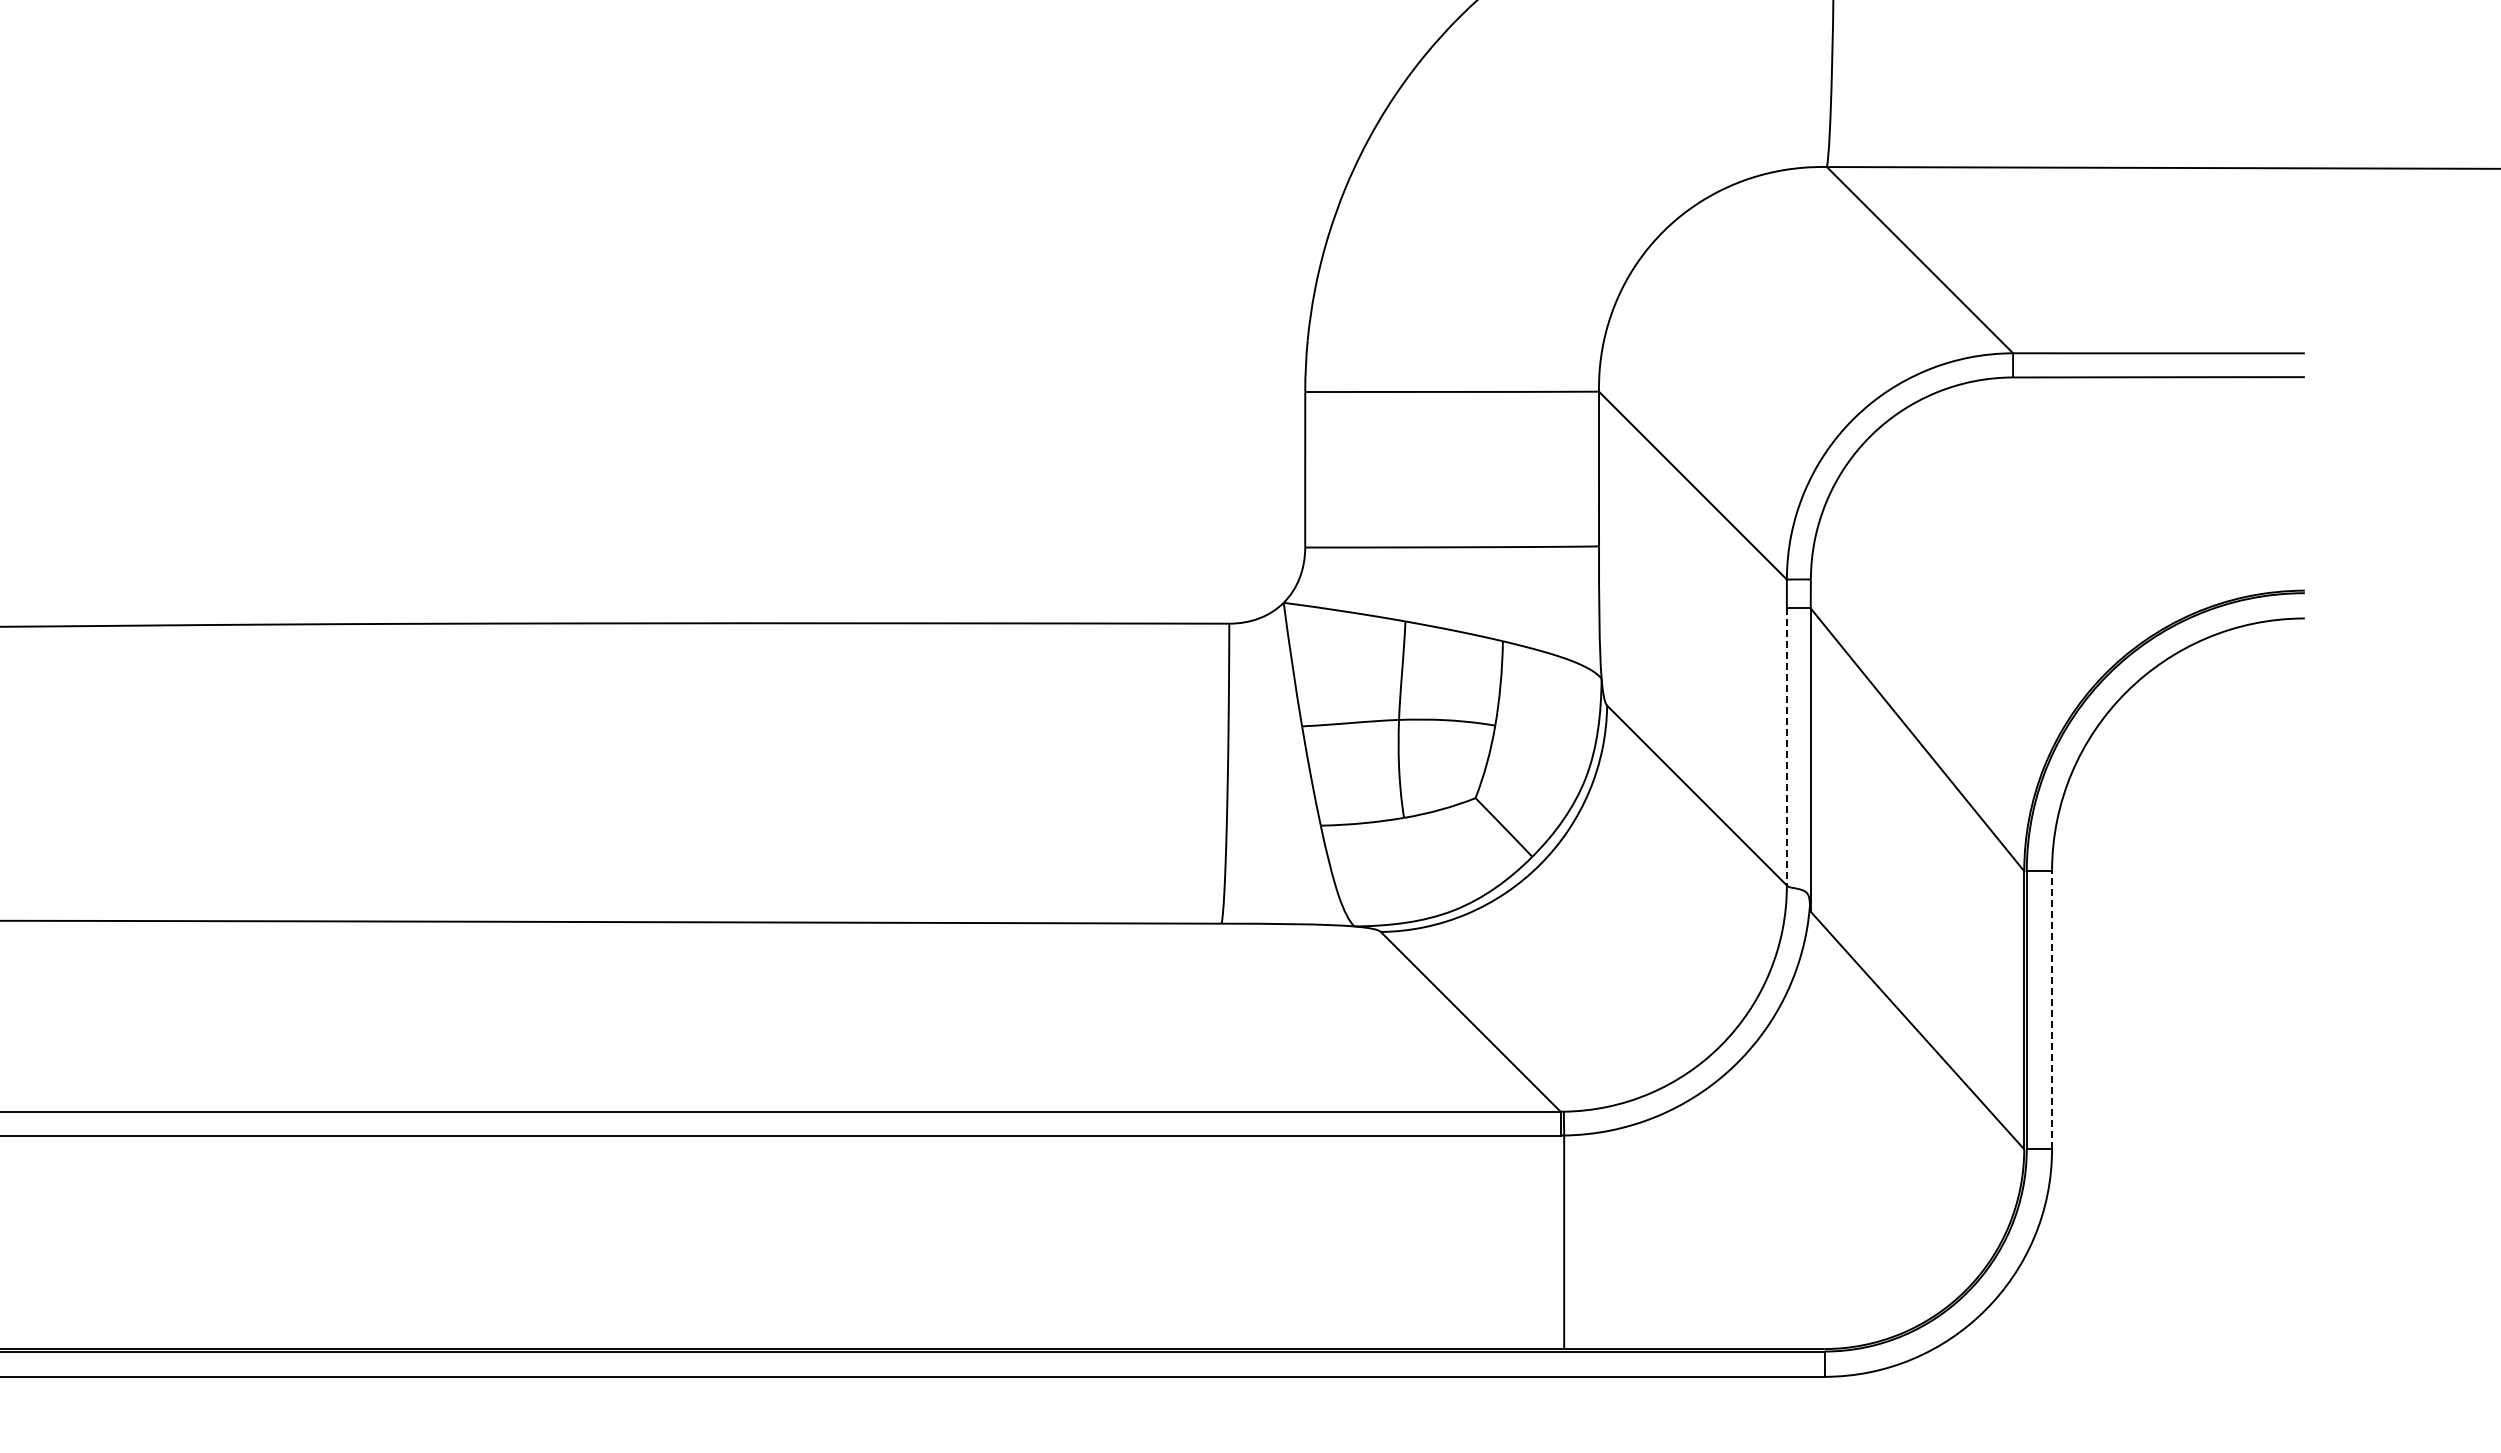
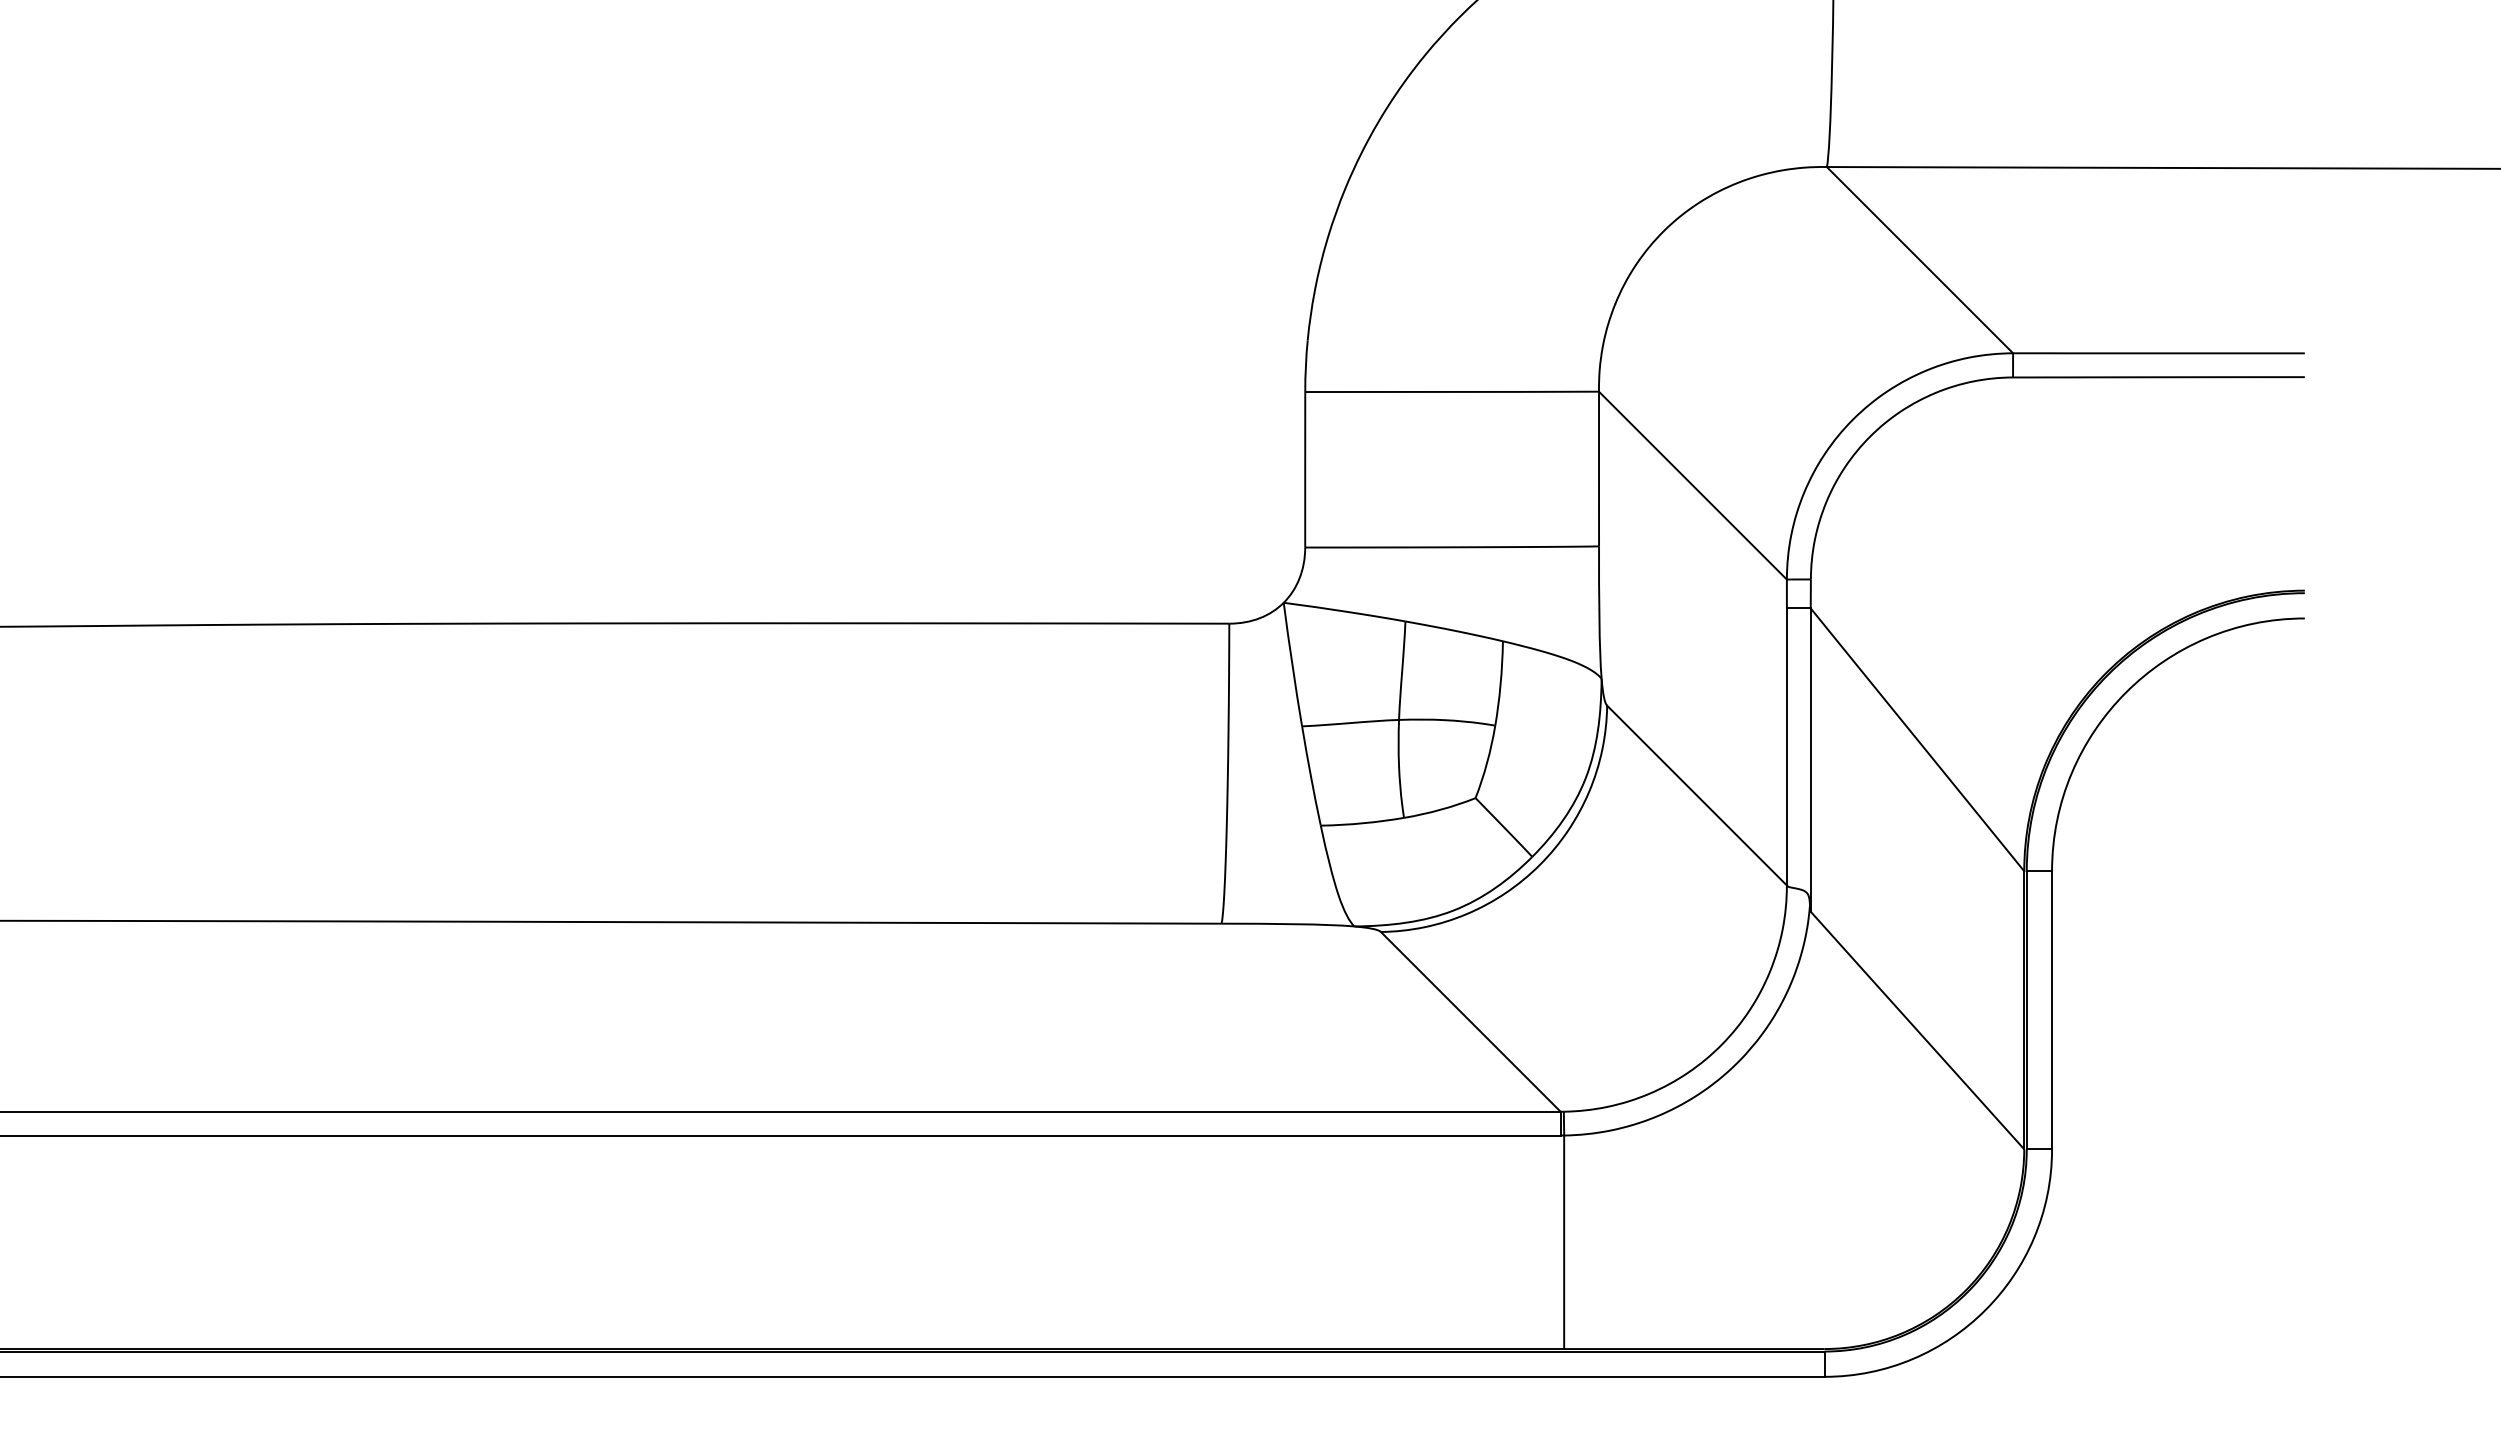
line at (1786, 746): dashed -> solid
line at (2052, 1009): dashed -> solid
